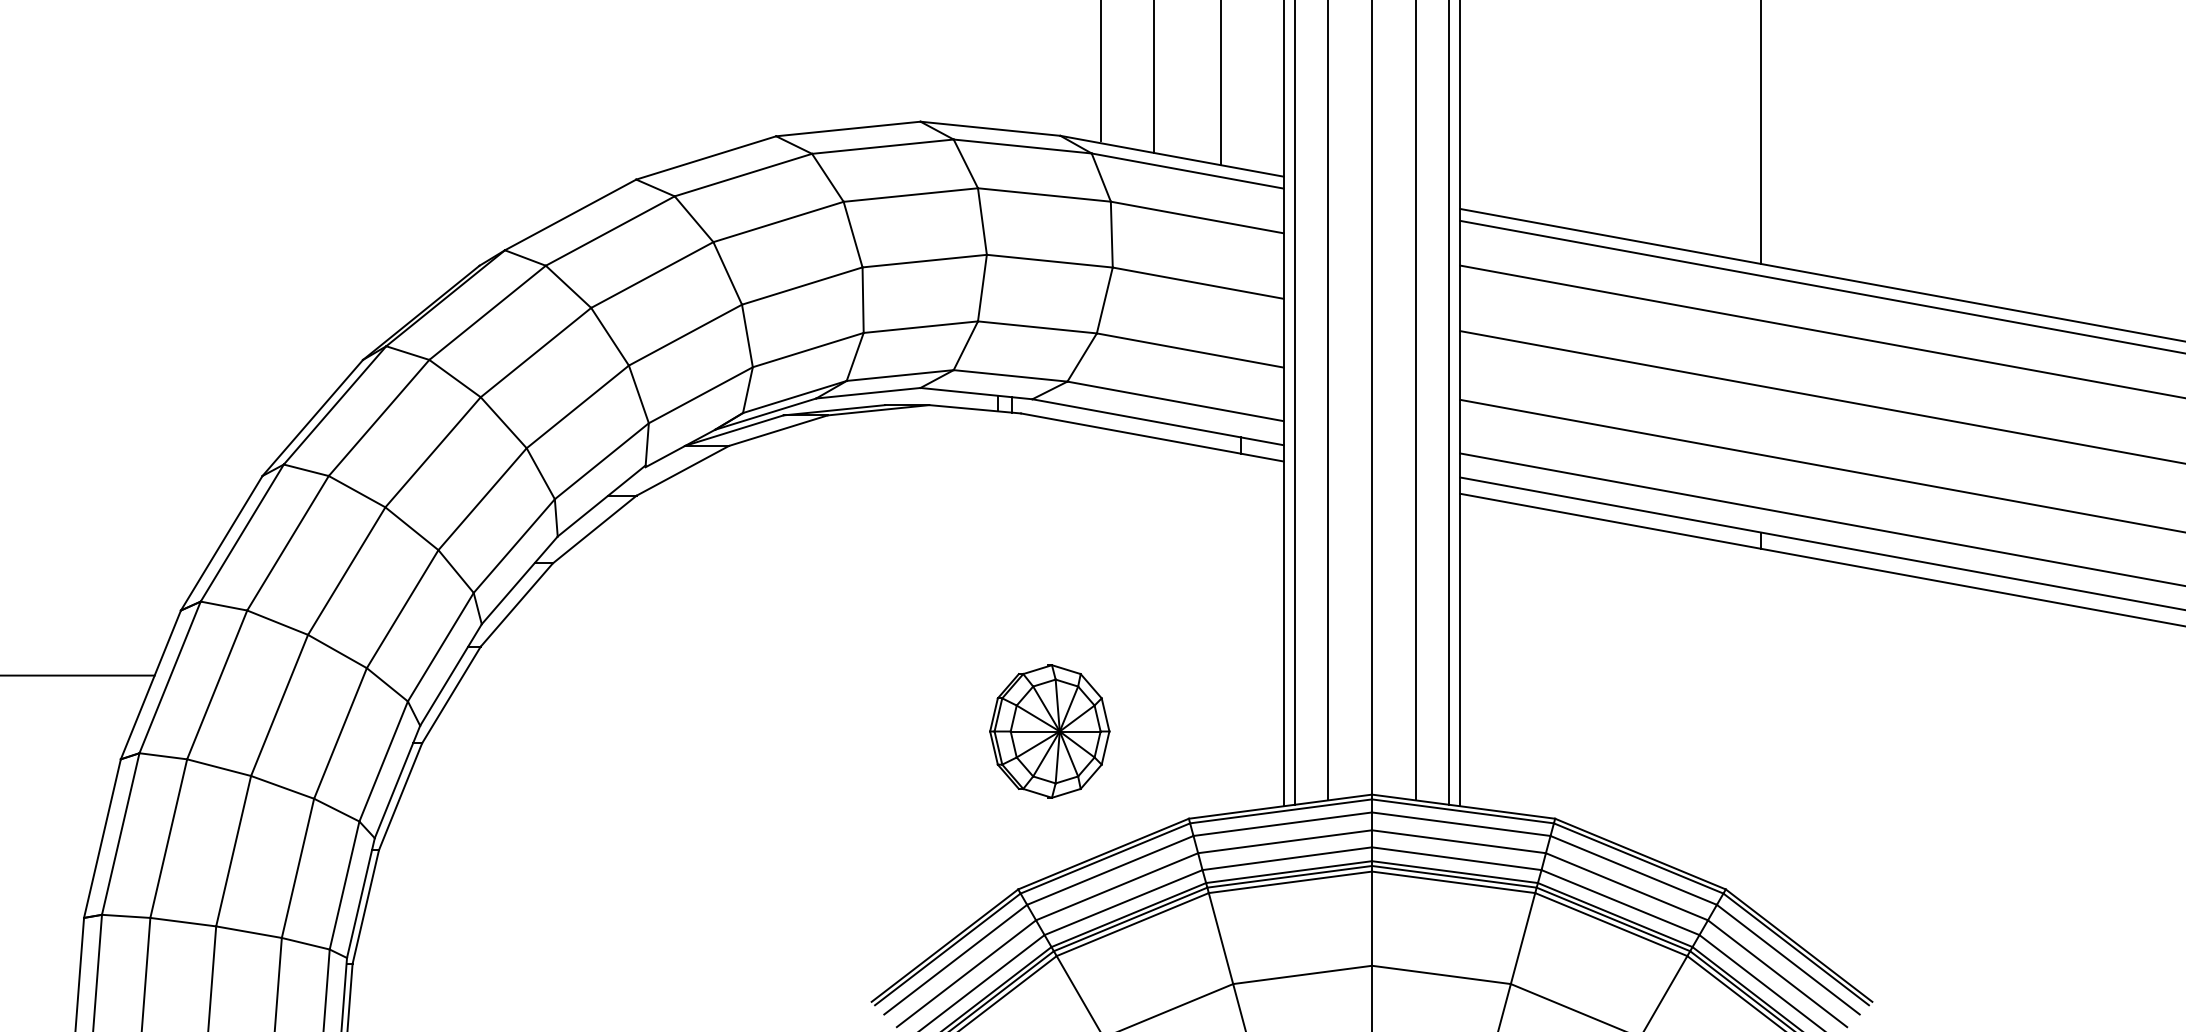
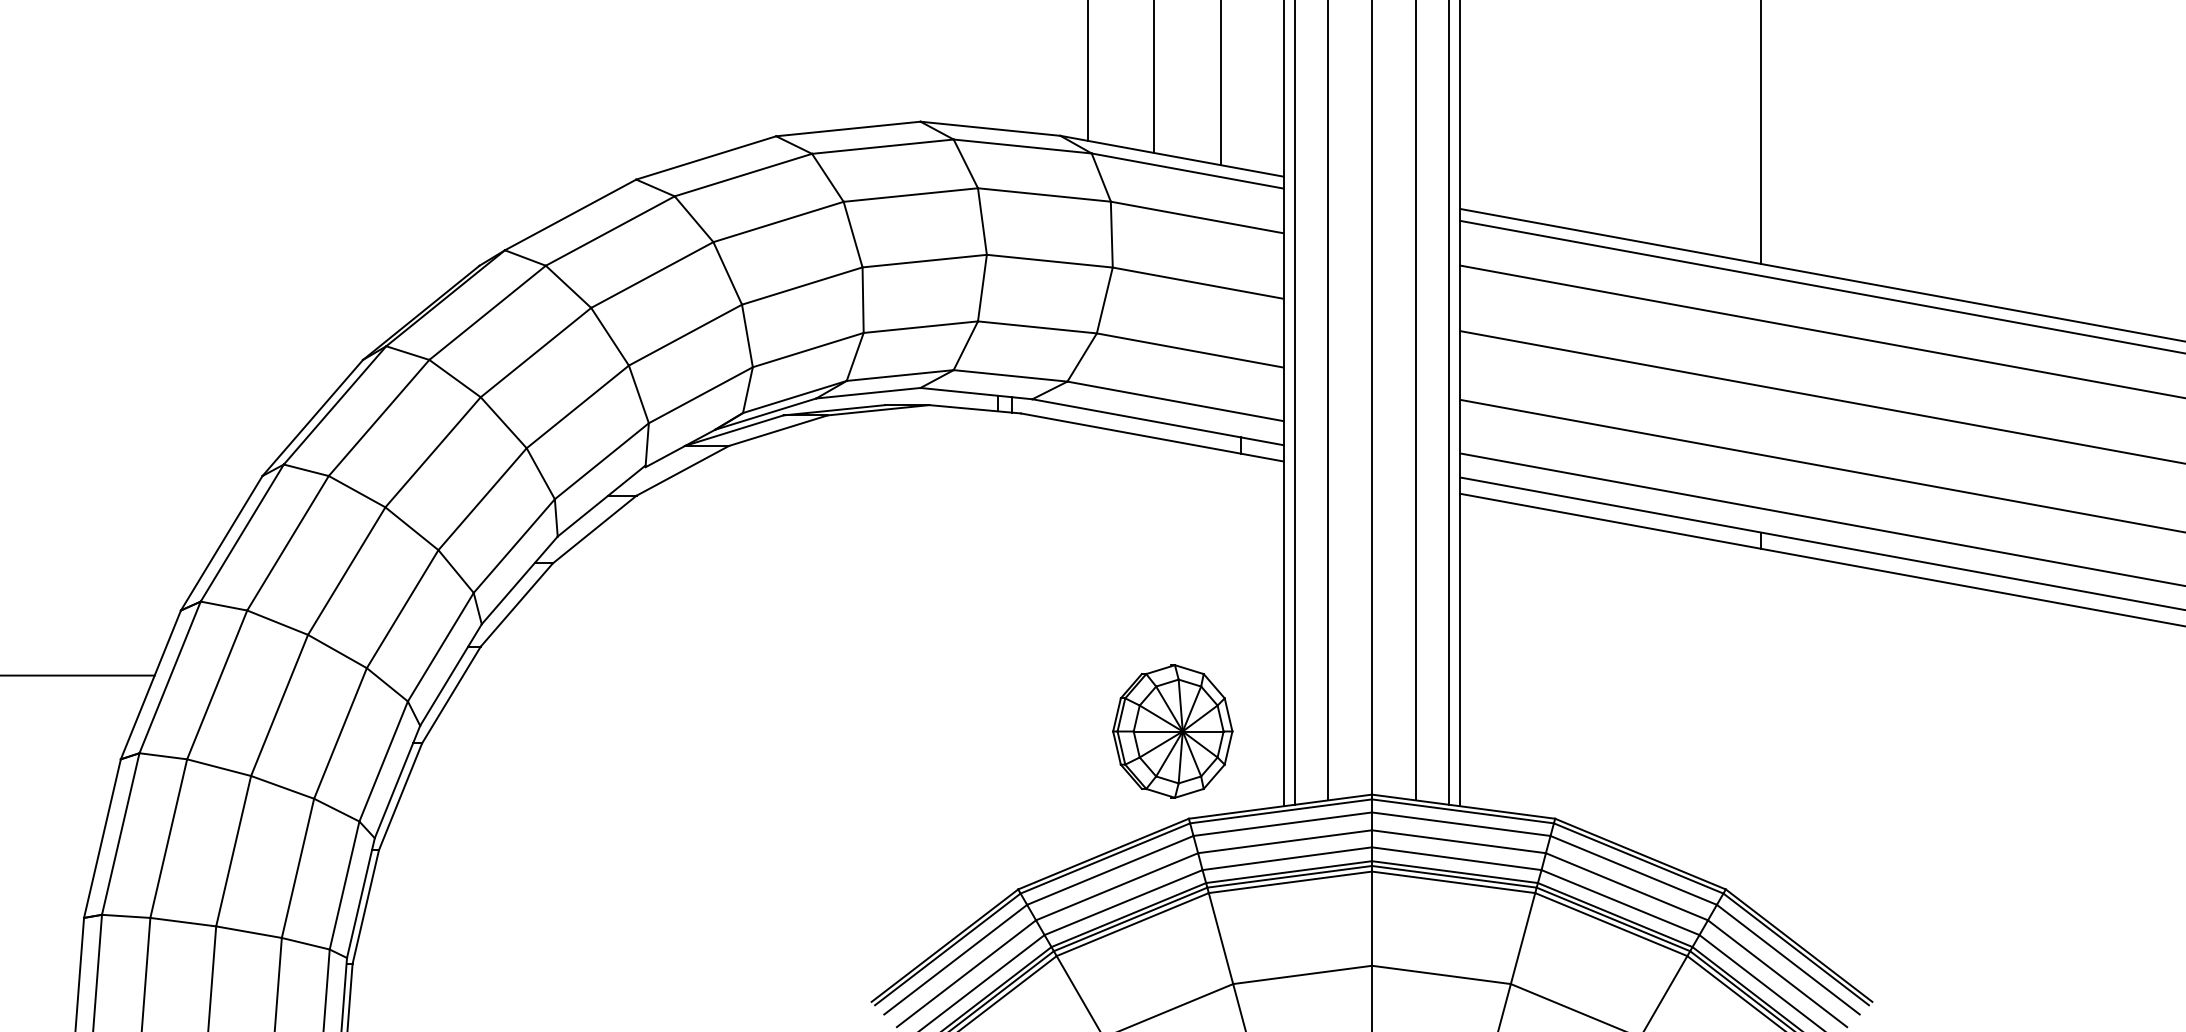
line at (1100, 71) position: (1100, 71) -> (1087, 71)
part at (1049, 731) position: (1049, 731) -> (1172, 731)
